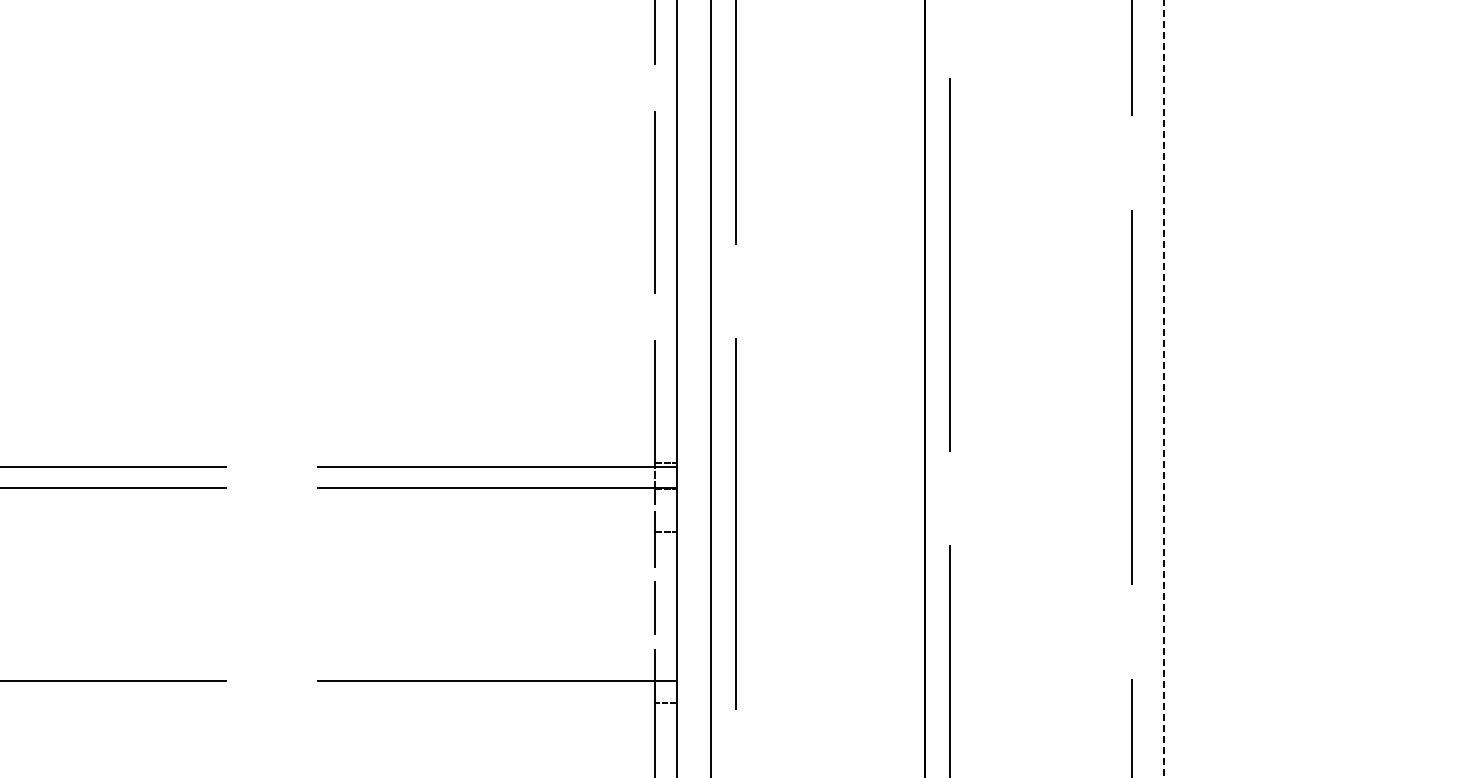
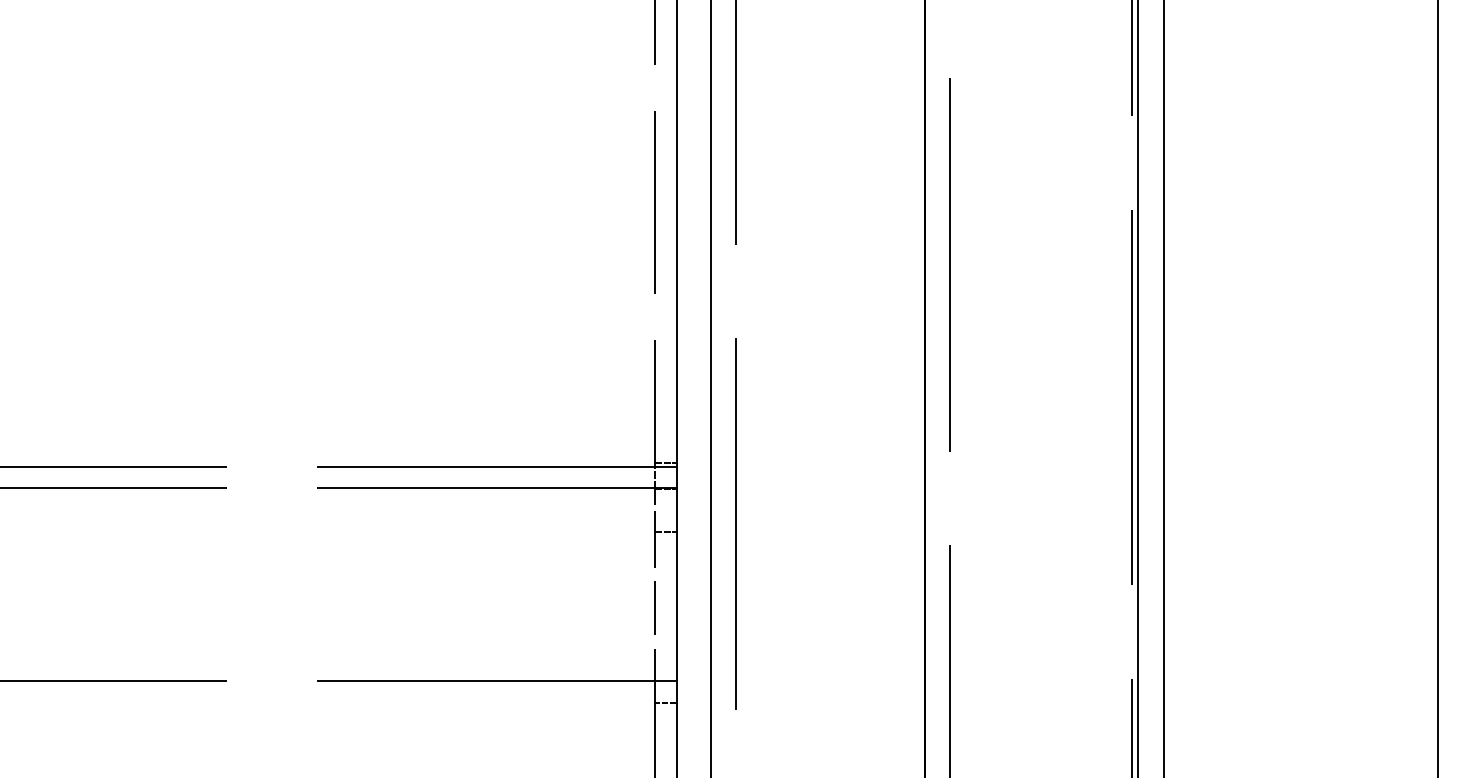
line at (1138, 388): none -> present
line at (1437, 388): none -> present
line at (1164, 389): dashed -> solid
